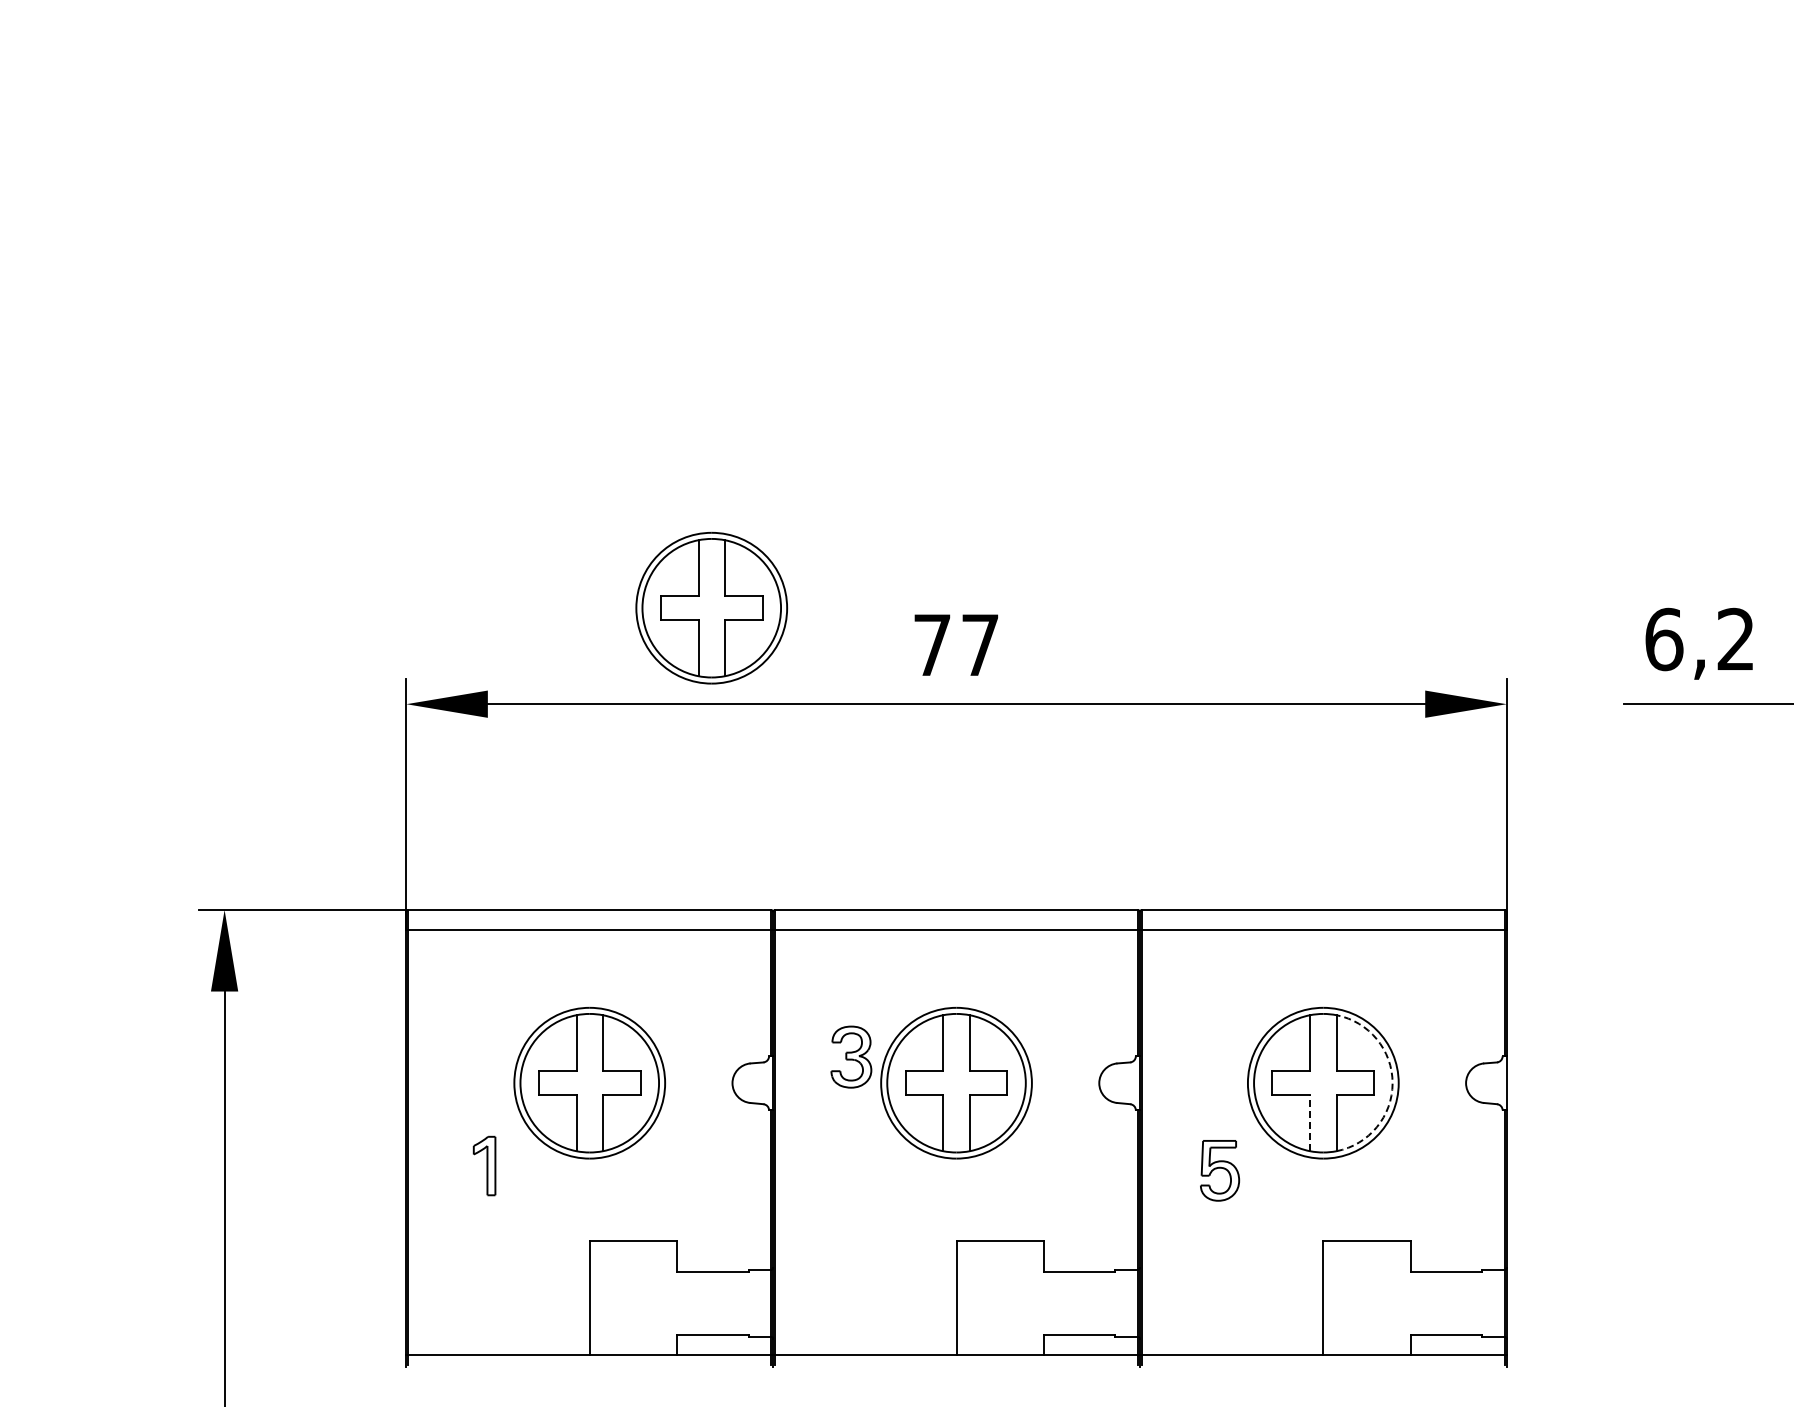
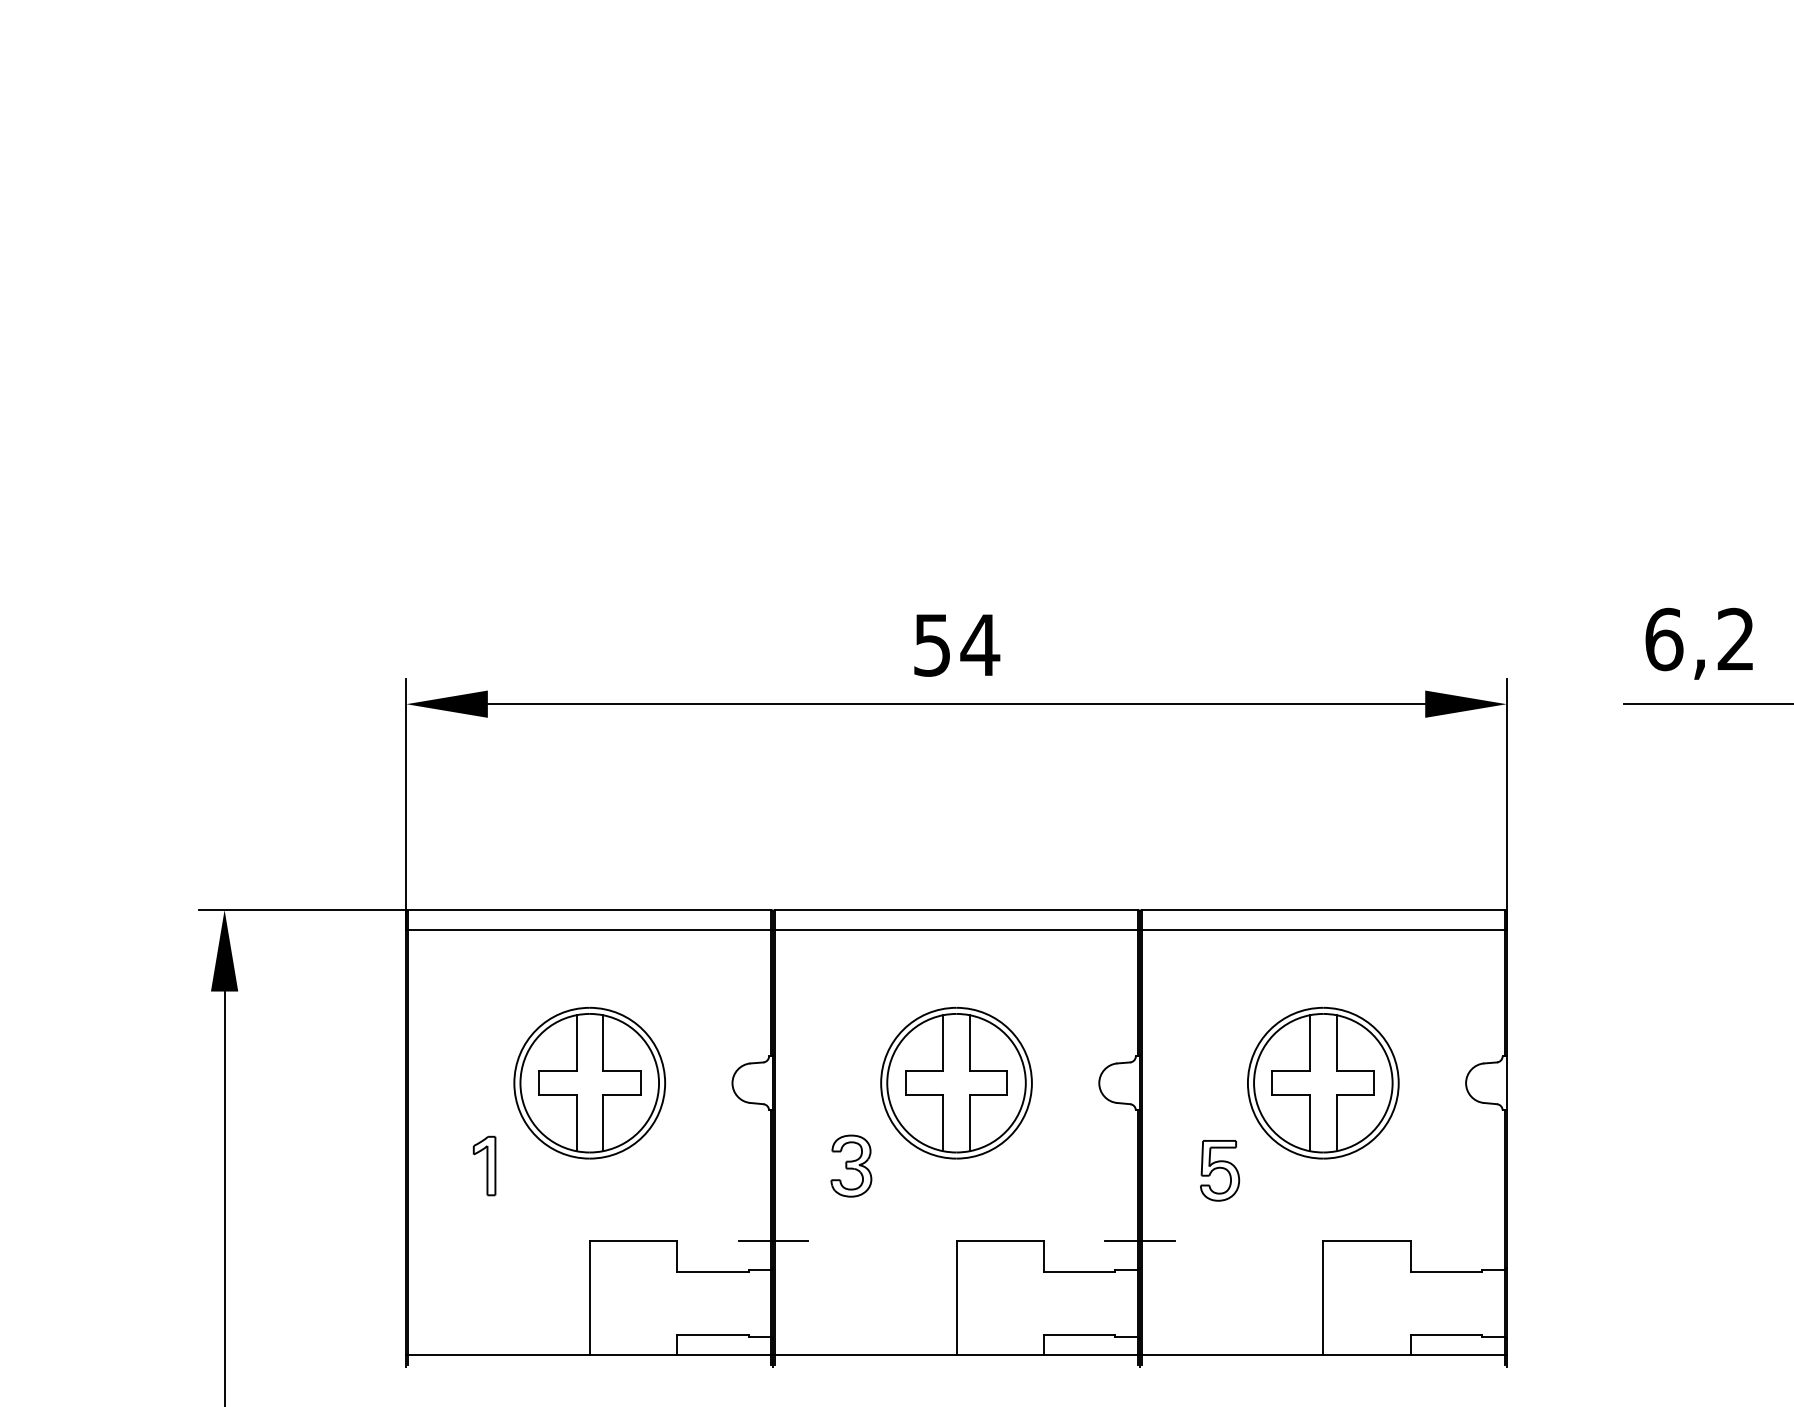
part at (711, 607): present -> none
text at (957, 645): 77 -> 54
part at (851, 1056) position: (851, 1056) -> (851, 1165)
arc at (1392, 1083): dashed -> solid
line at (1310, 1123): dashed -> solid
line at (772, 1241): none -> present
line at (1139, 1241): none -> present
